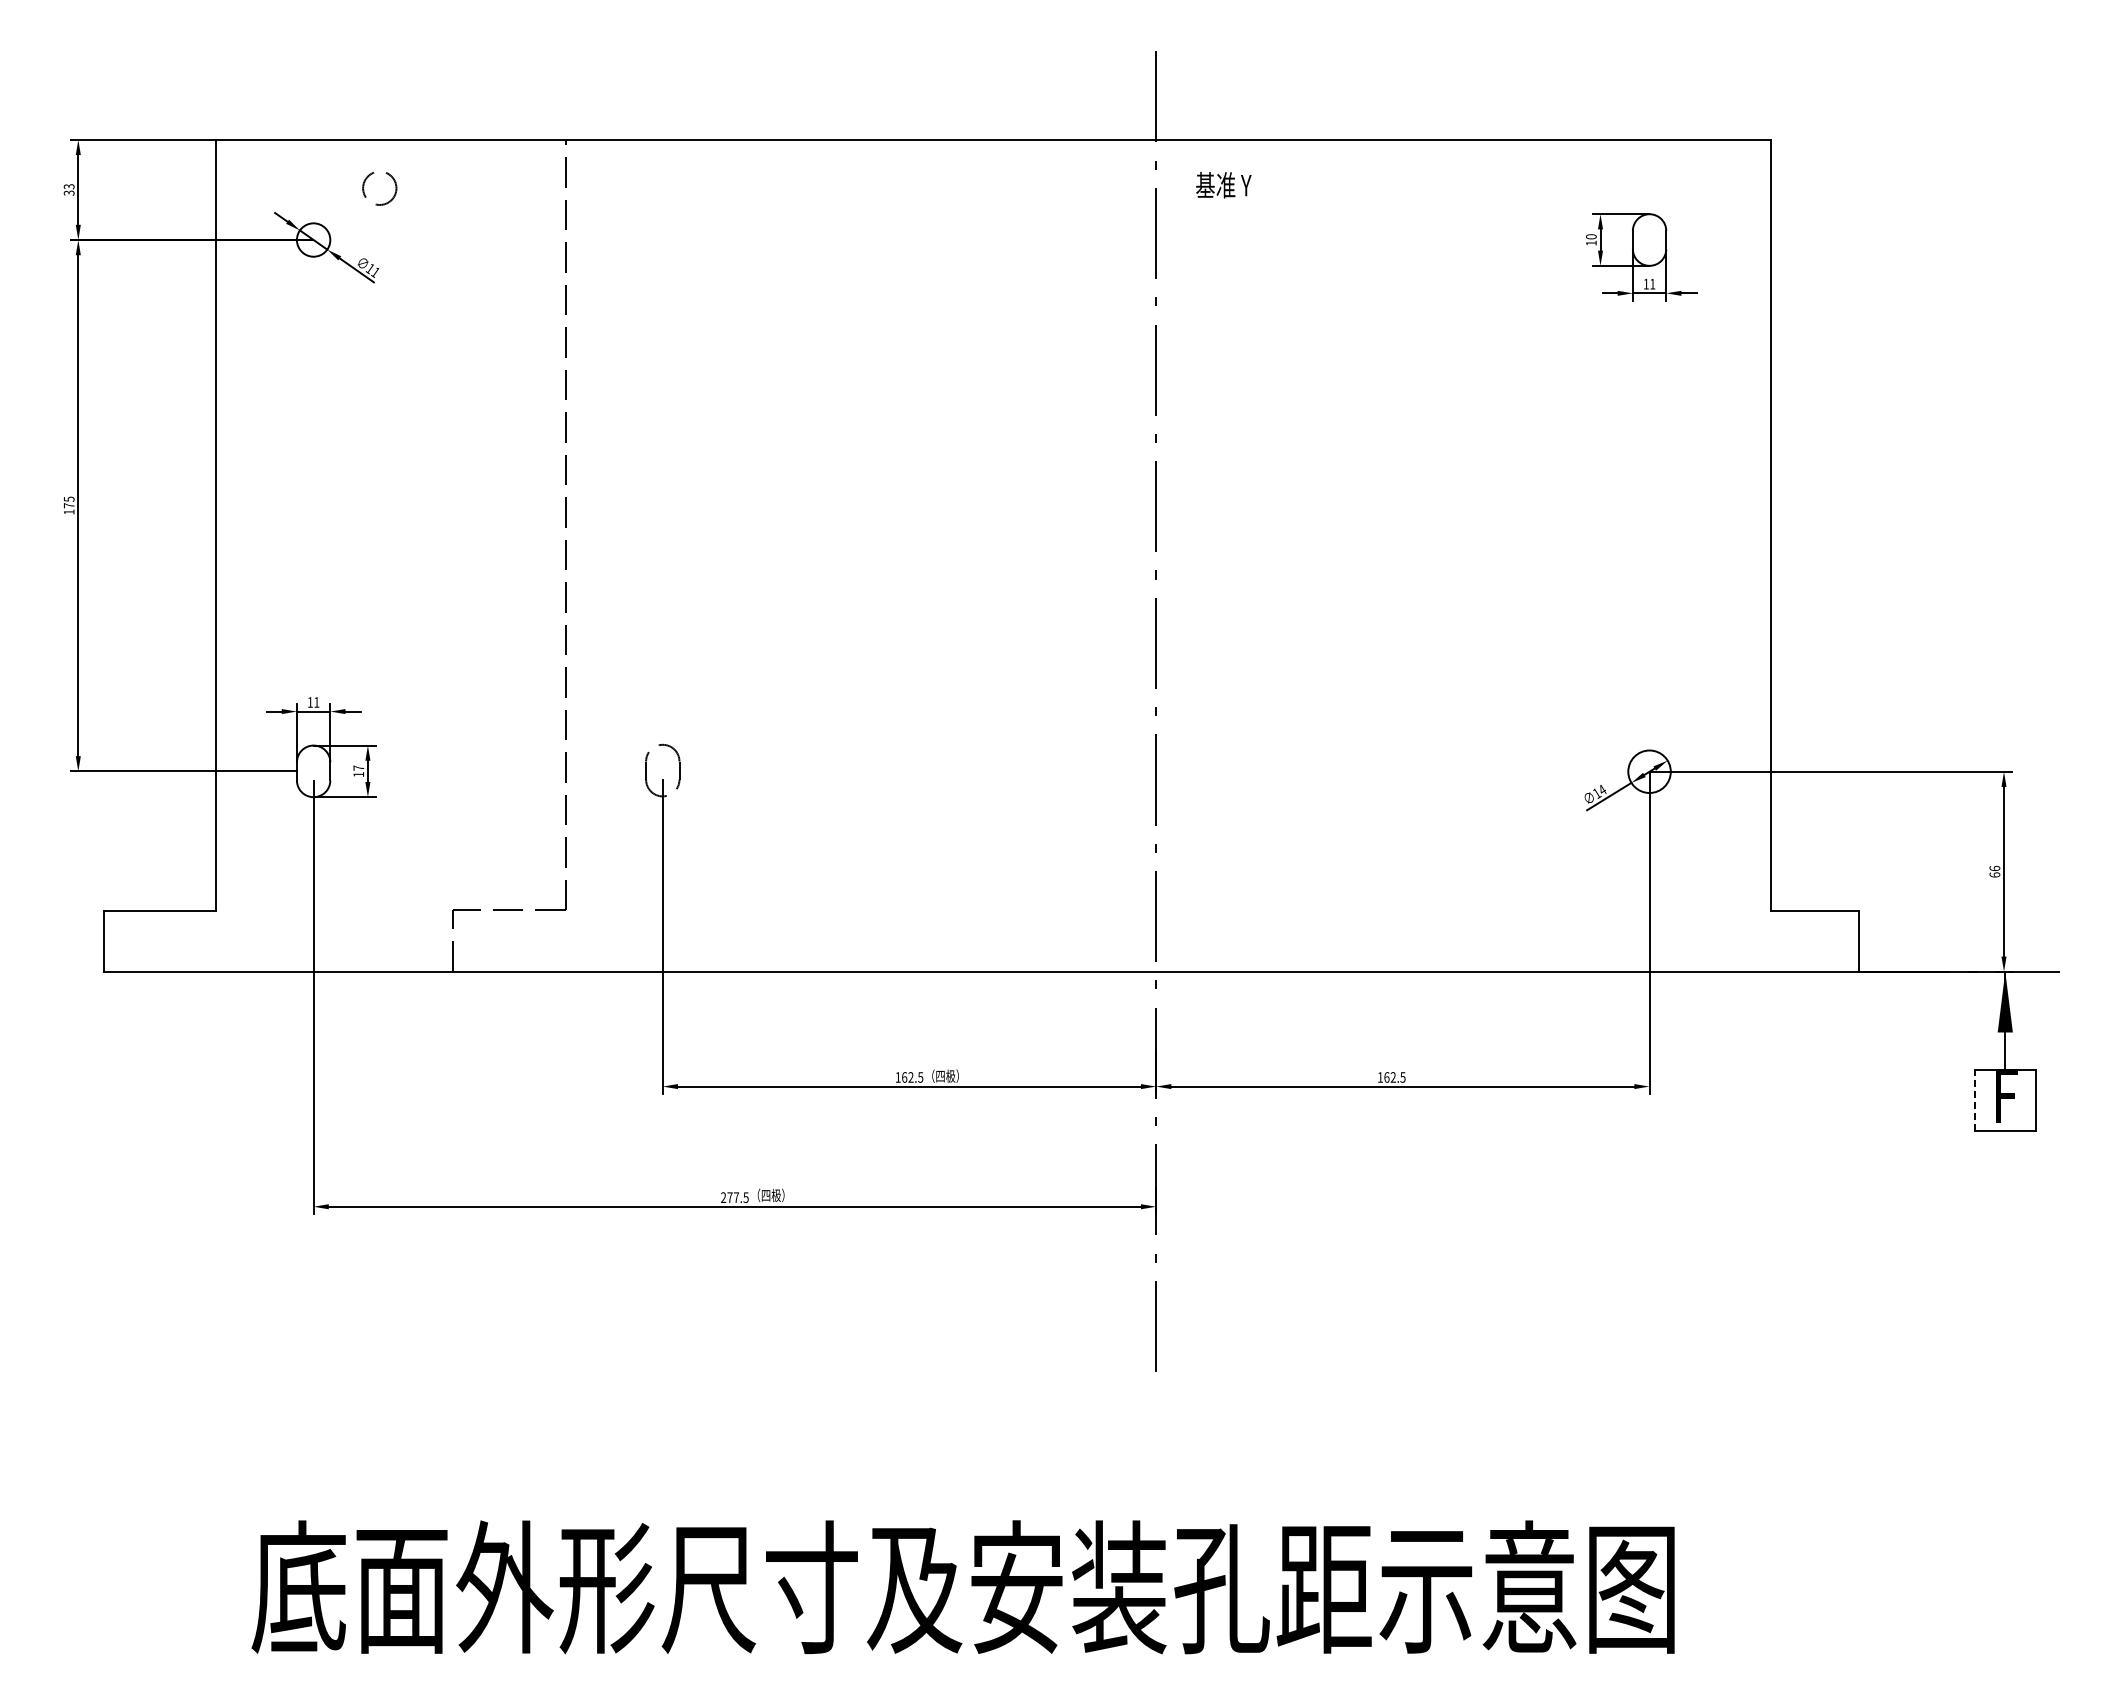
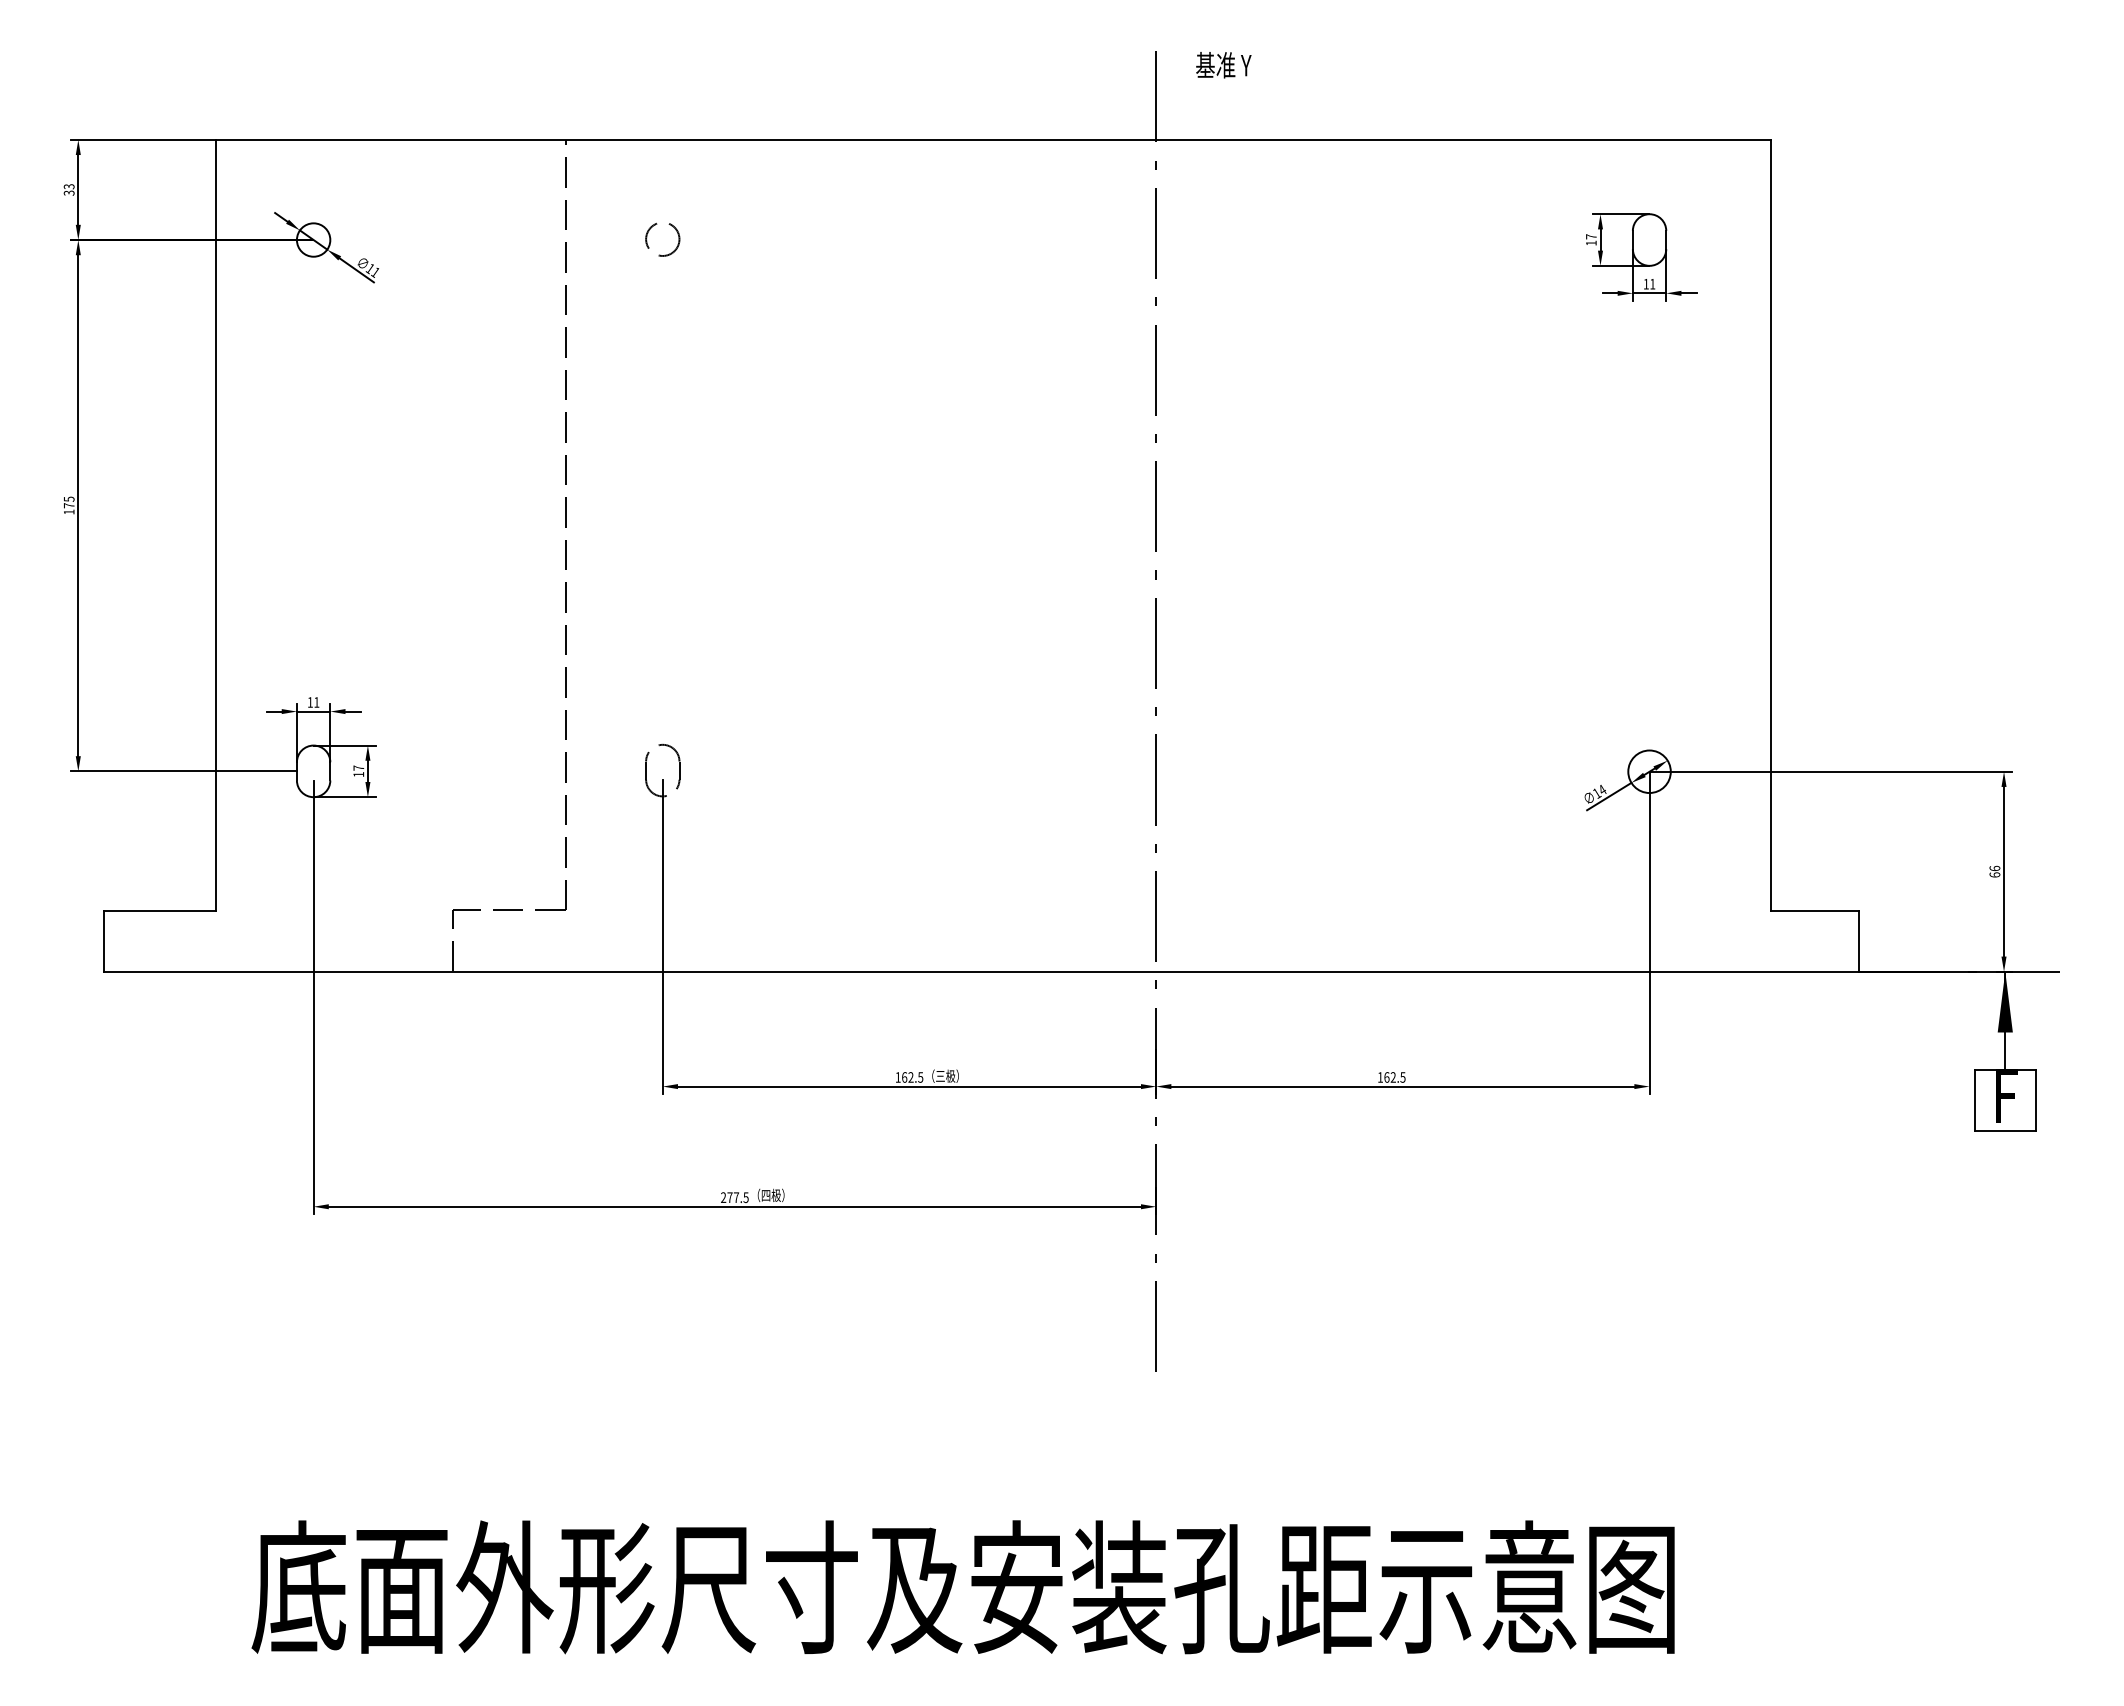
text at (1223, 185) position: (1223, 185) -> (1223, 65)
circle at (379, 188) position: (379, 188) -> (662, 239)
text at (1591, 236): 10 -> 17
text at (940, 1076): （四极） -> （三极）
line at (1974, 1100): dashed -> solid
